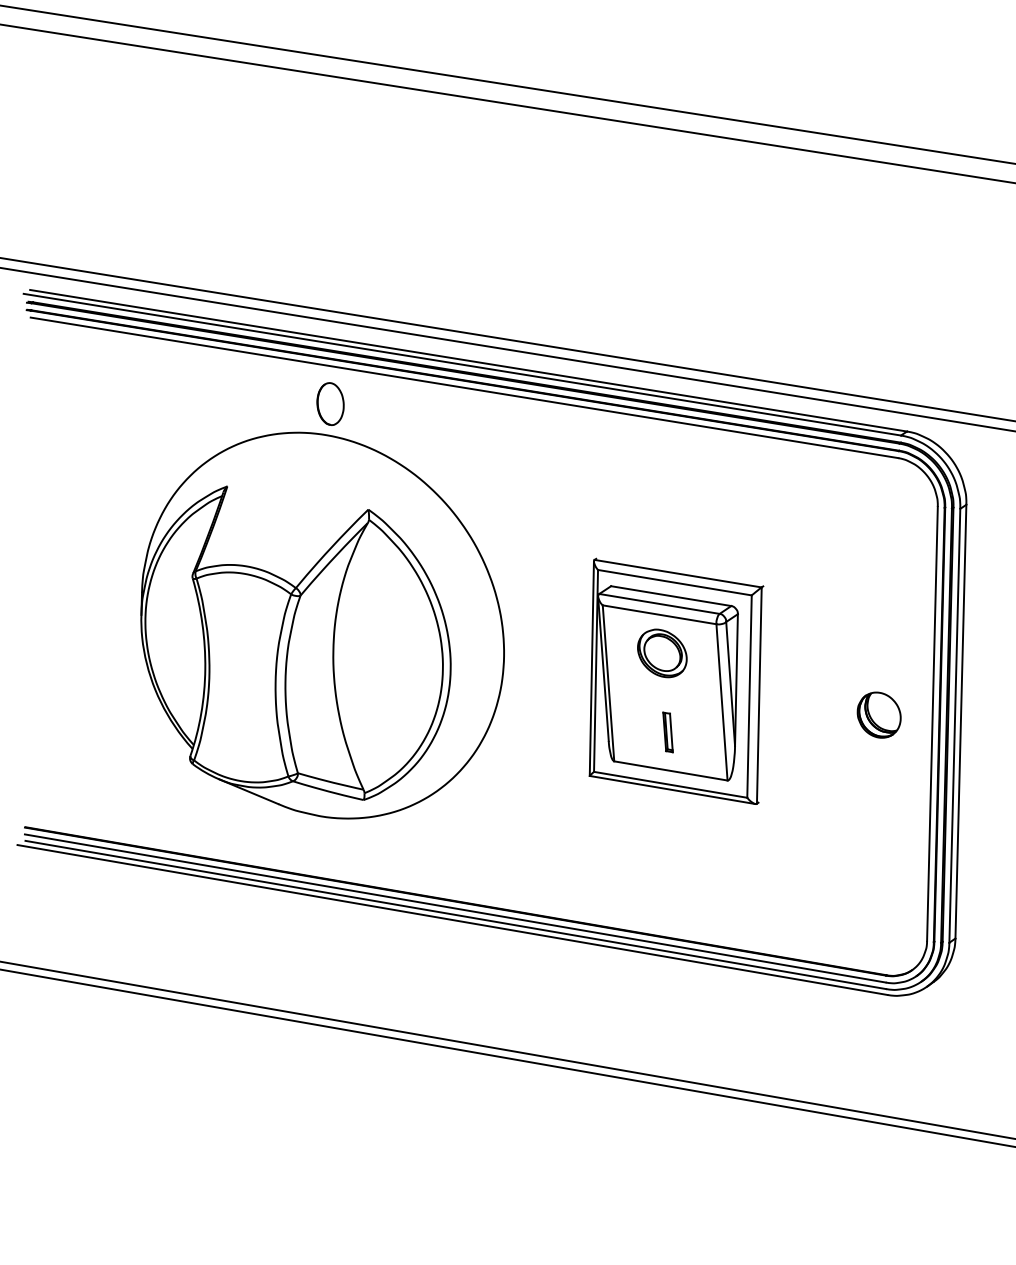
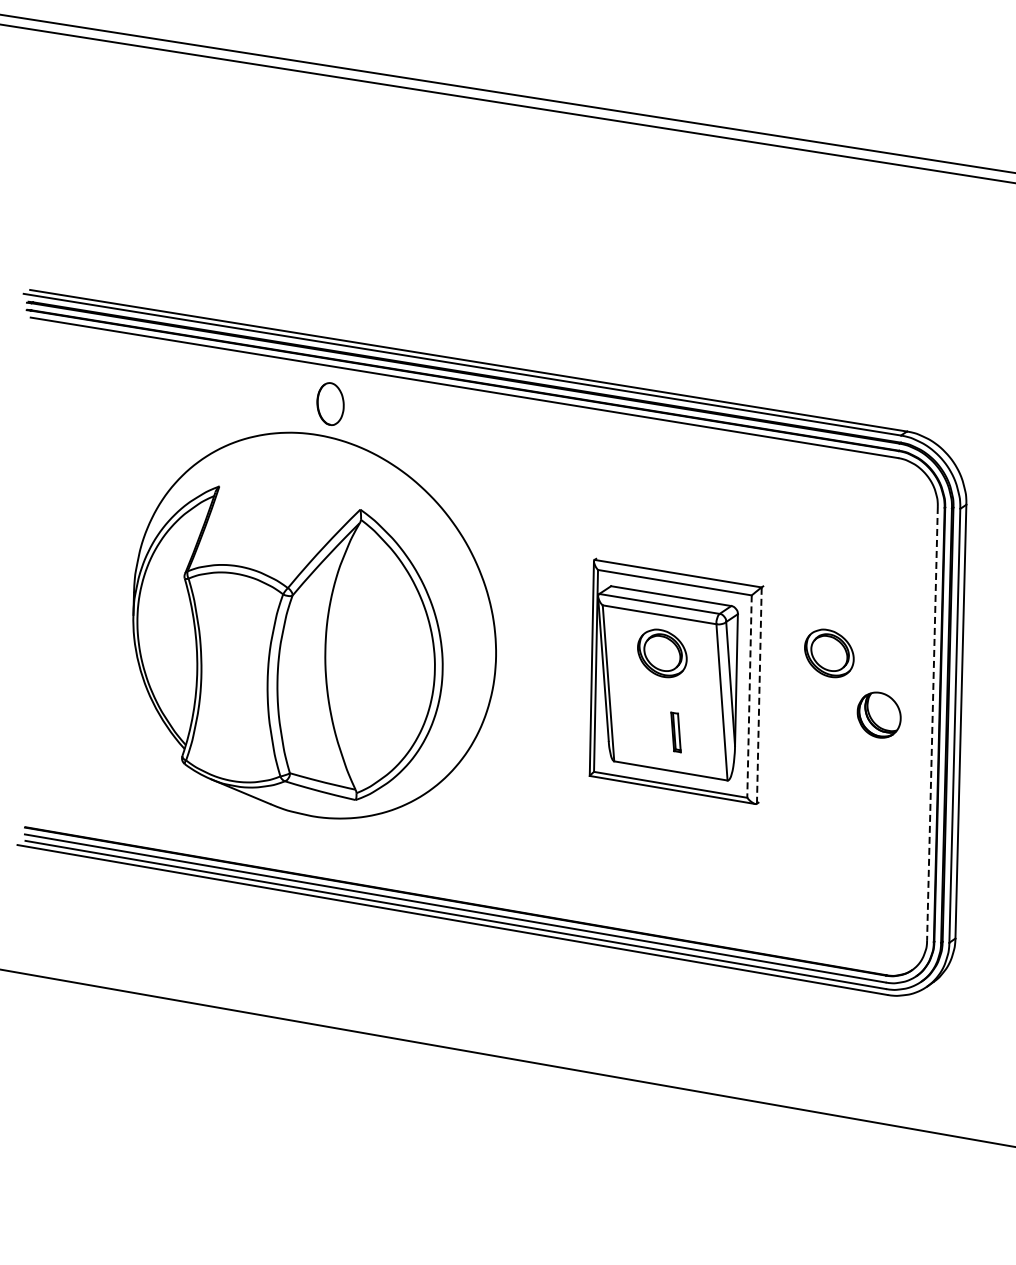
line at (507, 84) position: (507, 84) -> (507, 93)
line at (507, 339): present -> none
line at (507, 349): present -> none
part at (322, 625) position: (322, 625) -> (314, 625)
part at (829, 653): none -> present
line at (759, 695): solid -> dashed
line at (749, 697): solid -> dashed
line at (932, 724): solid -> dashed
part at (667, 732) position: (667, 732) -> (675, 732)
line at (507, 1050): present -> none
